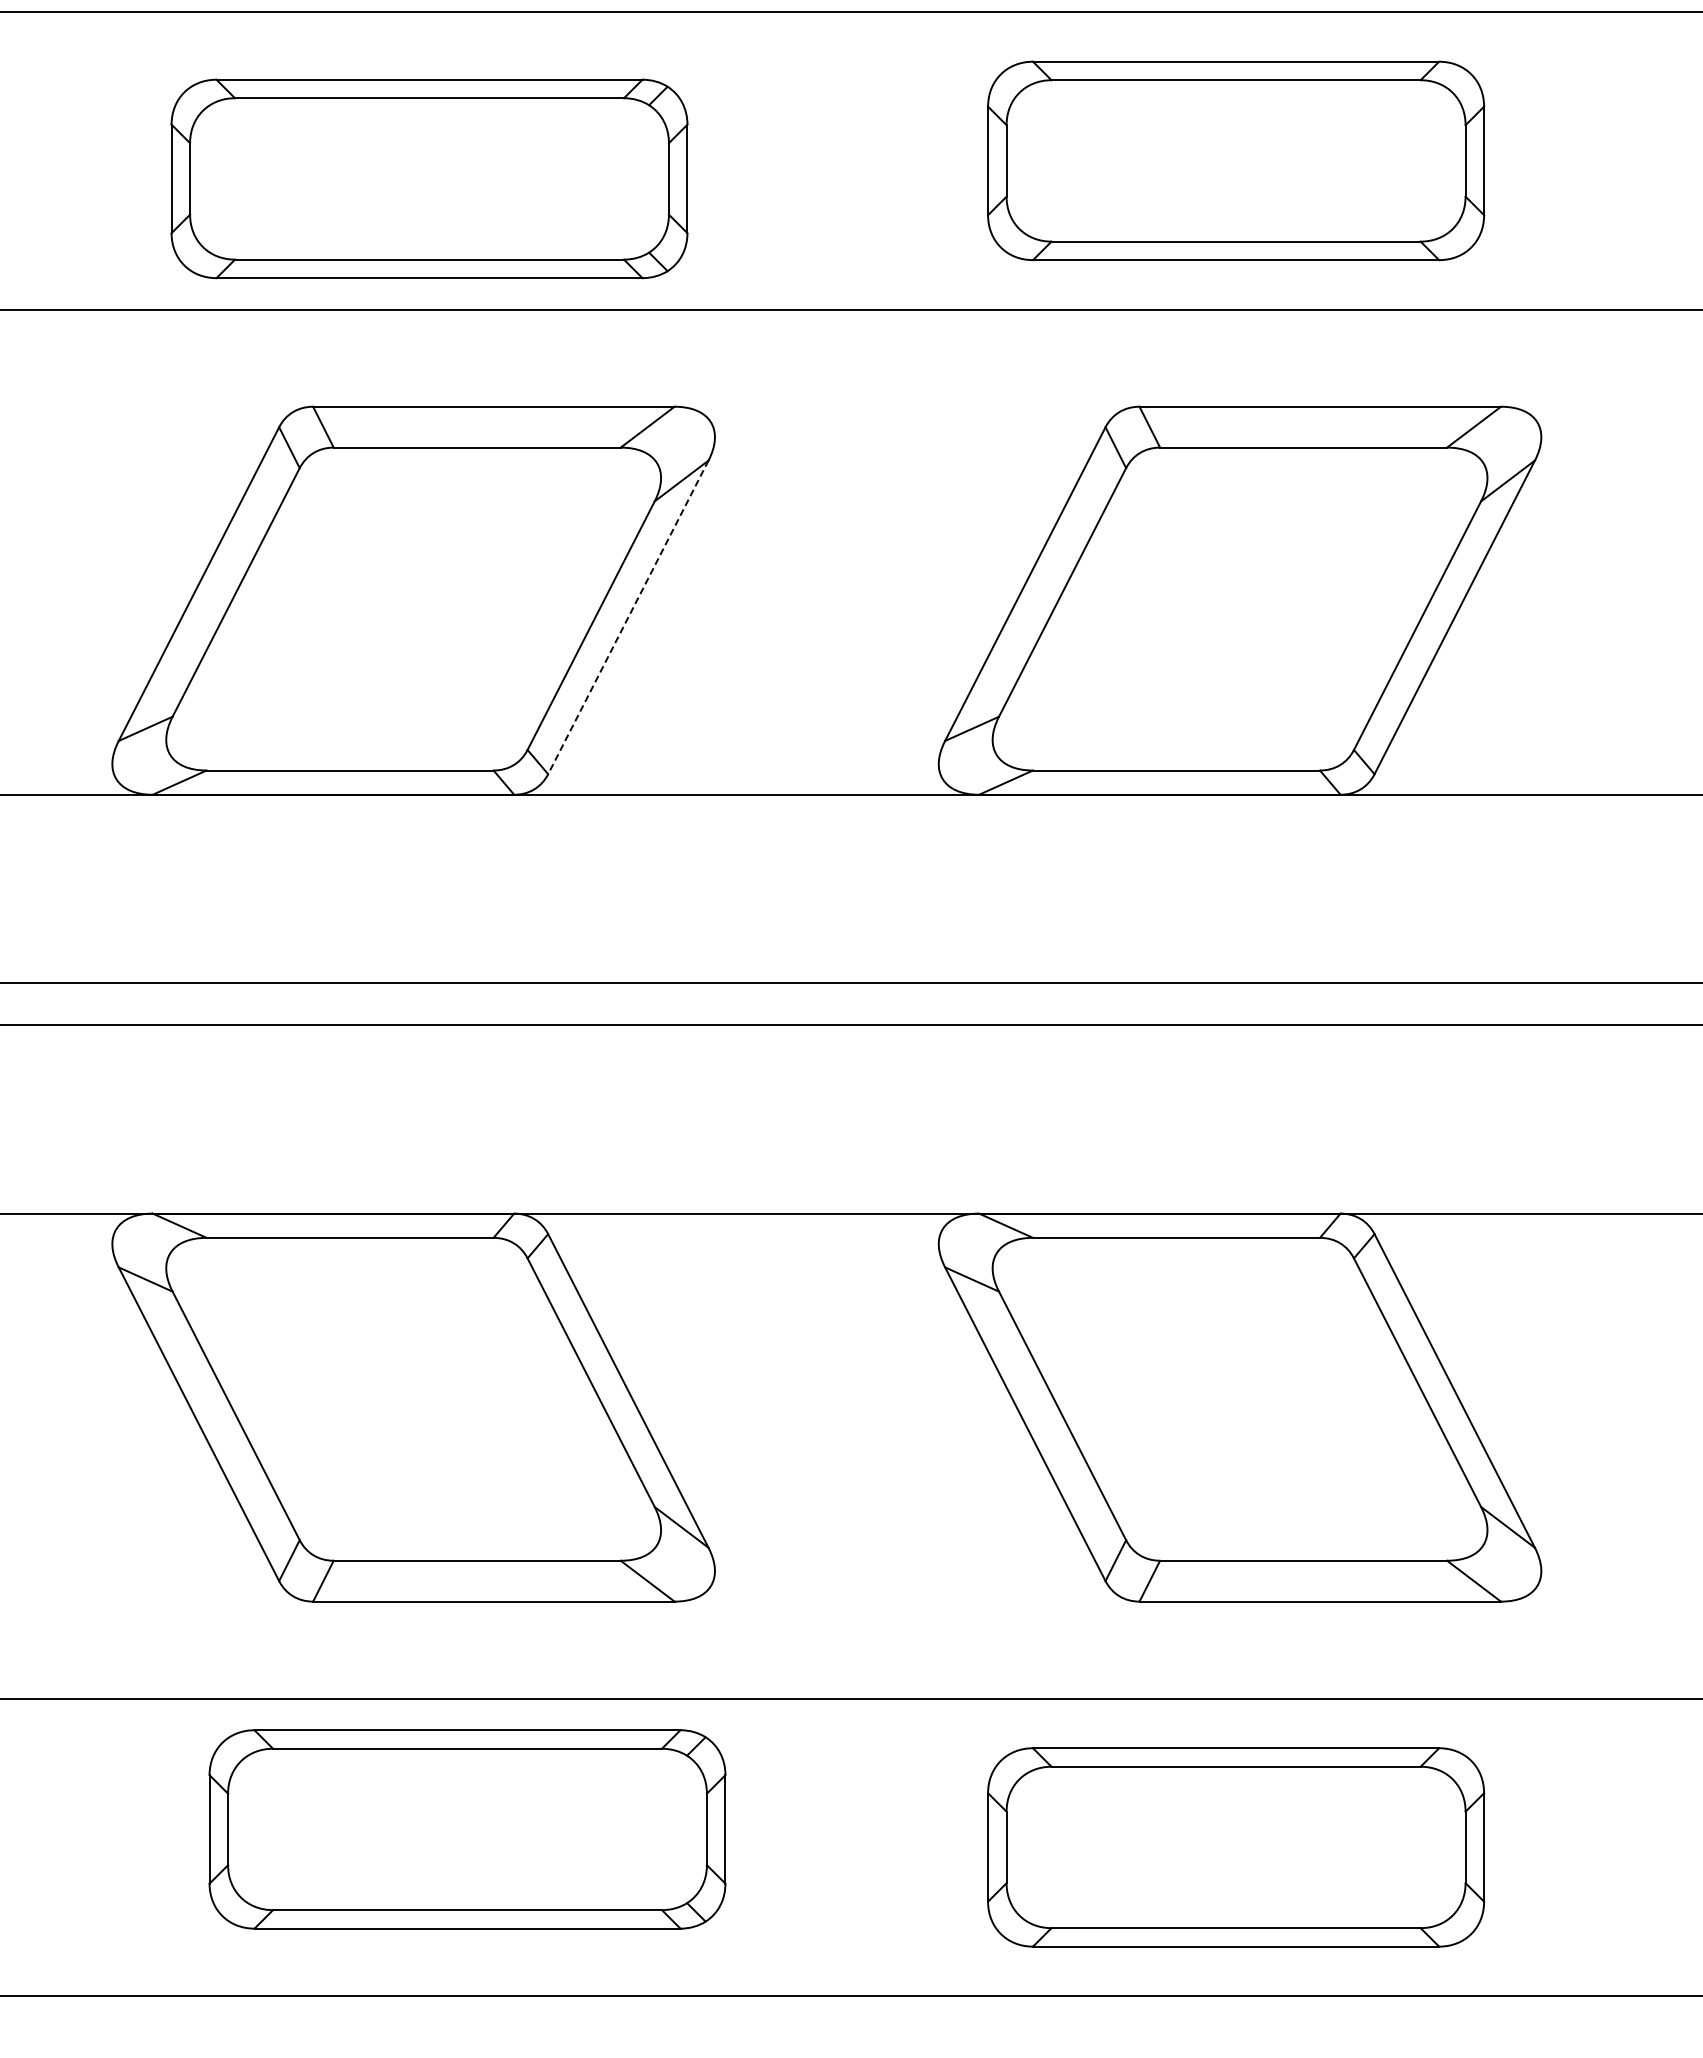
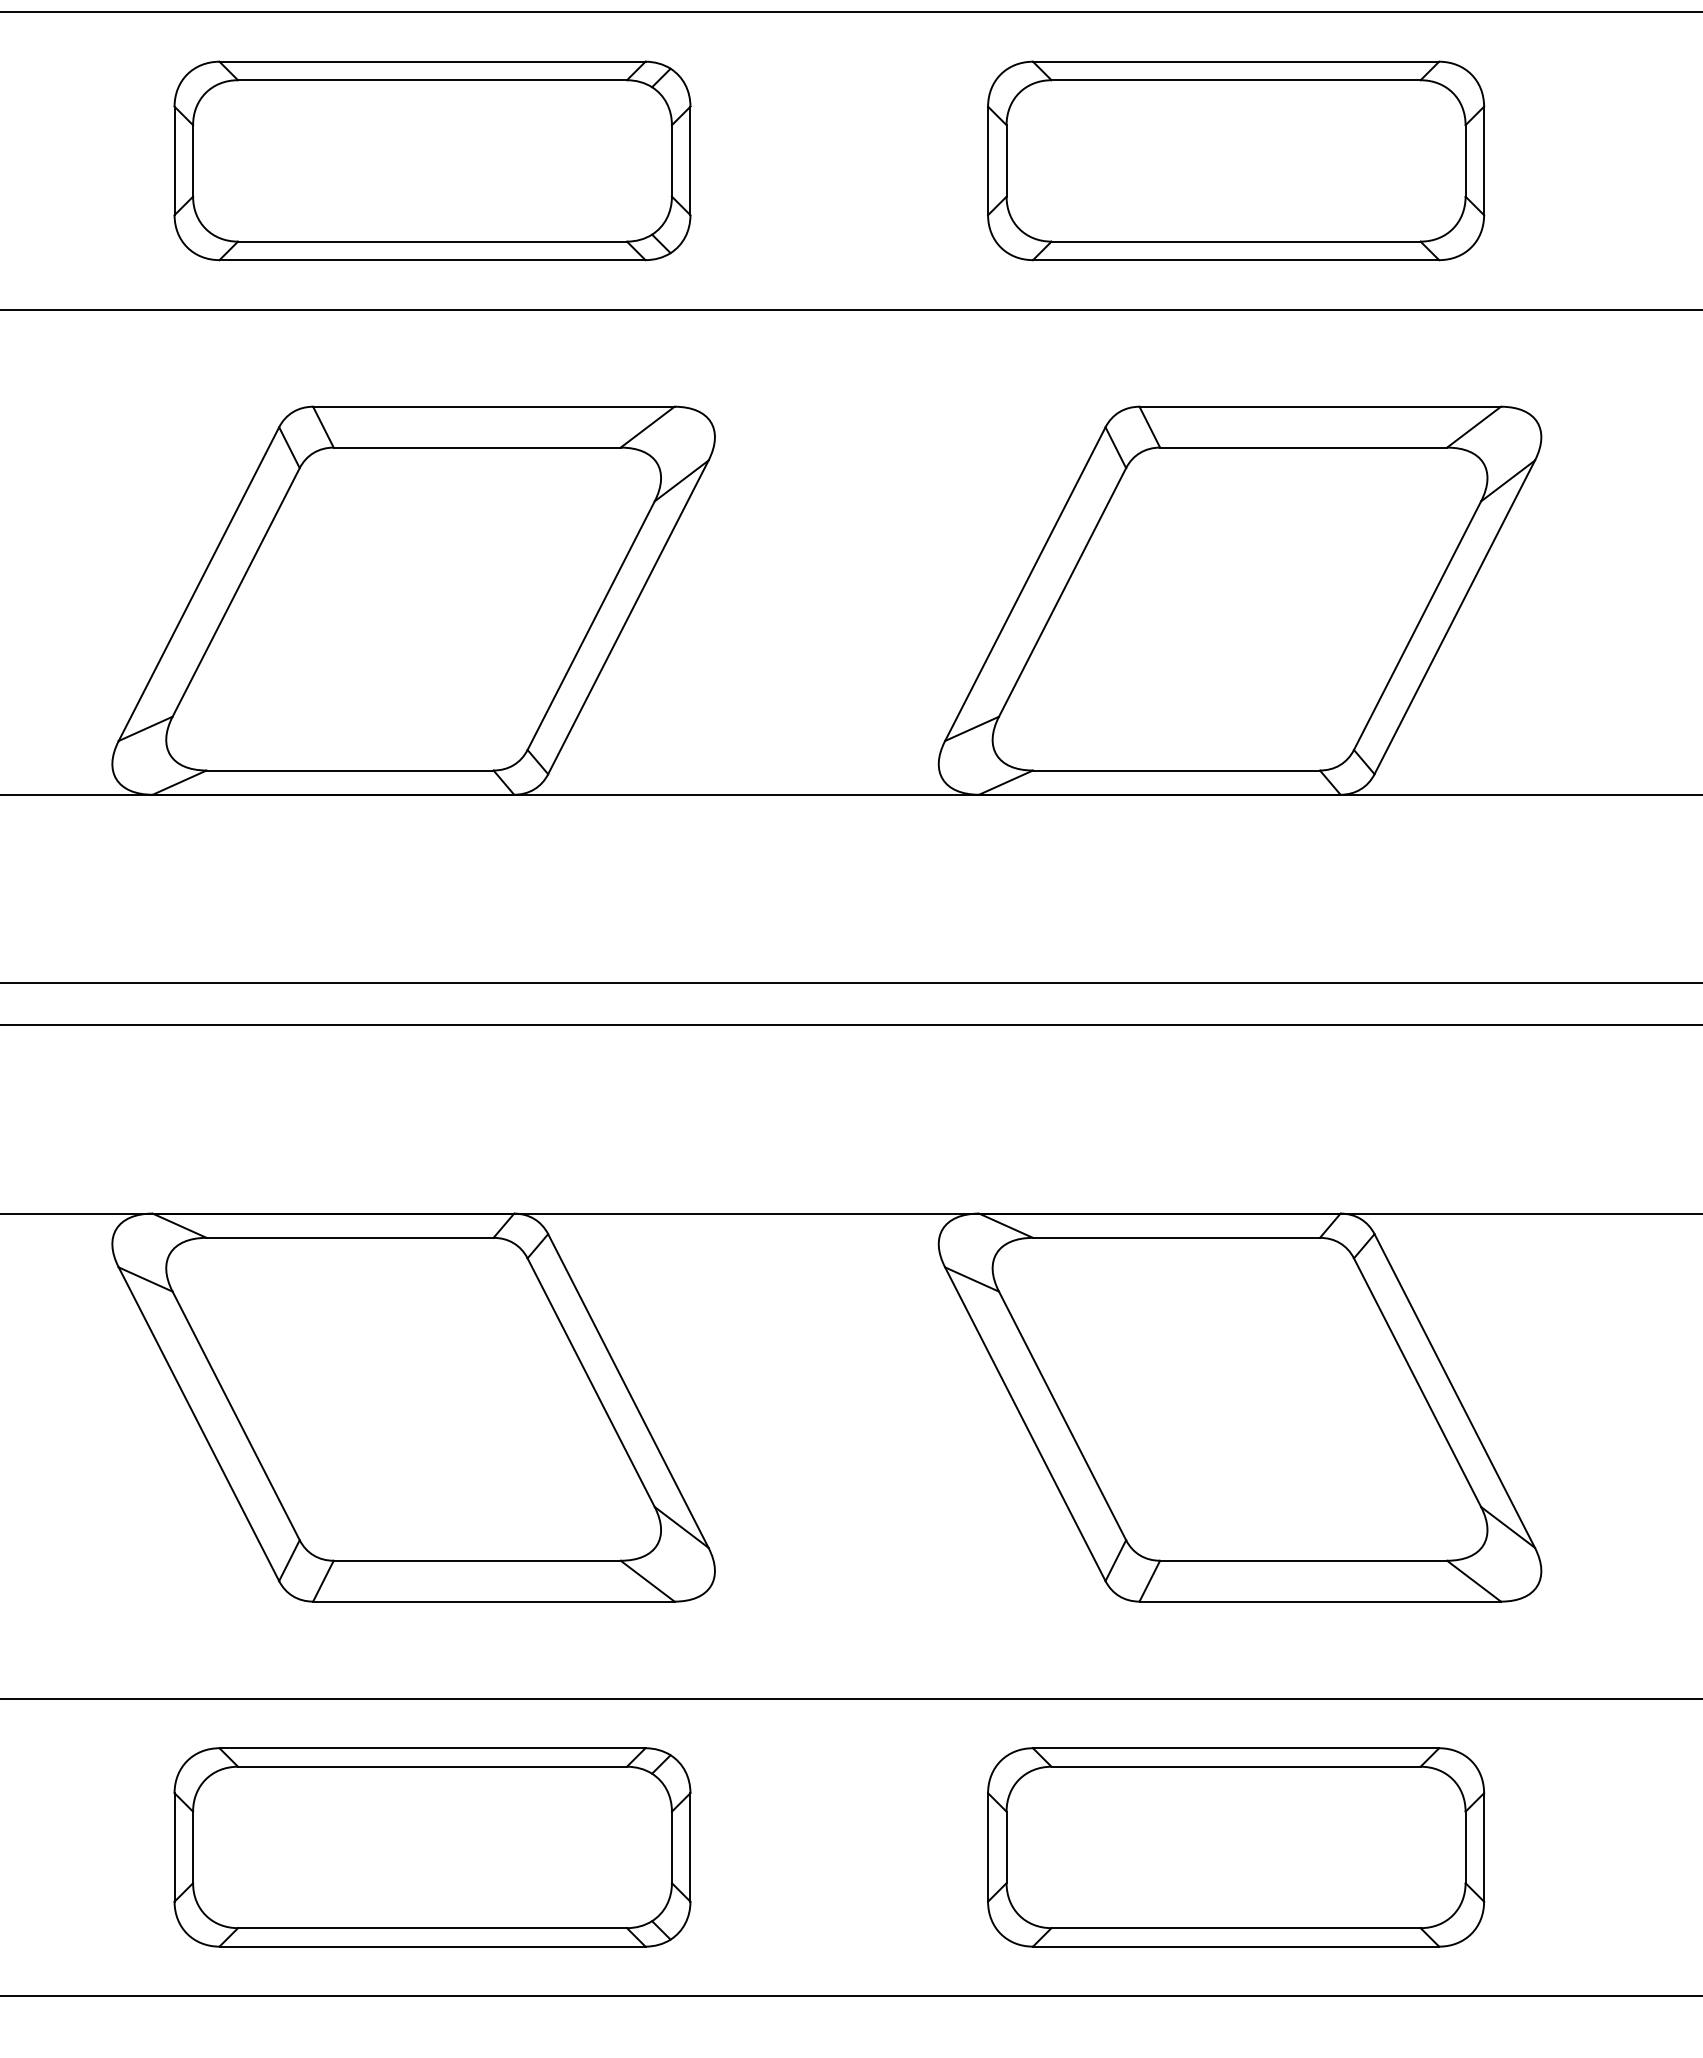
part at (429, 178) position: (429, 178) -> (432, 160)
line at (628, 617): dashed -> solid
part at (467, 1829) position: (467, 1829) -> (432, 1847)
